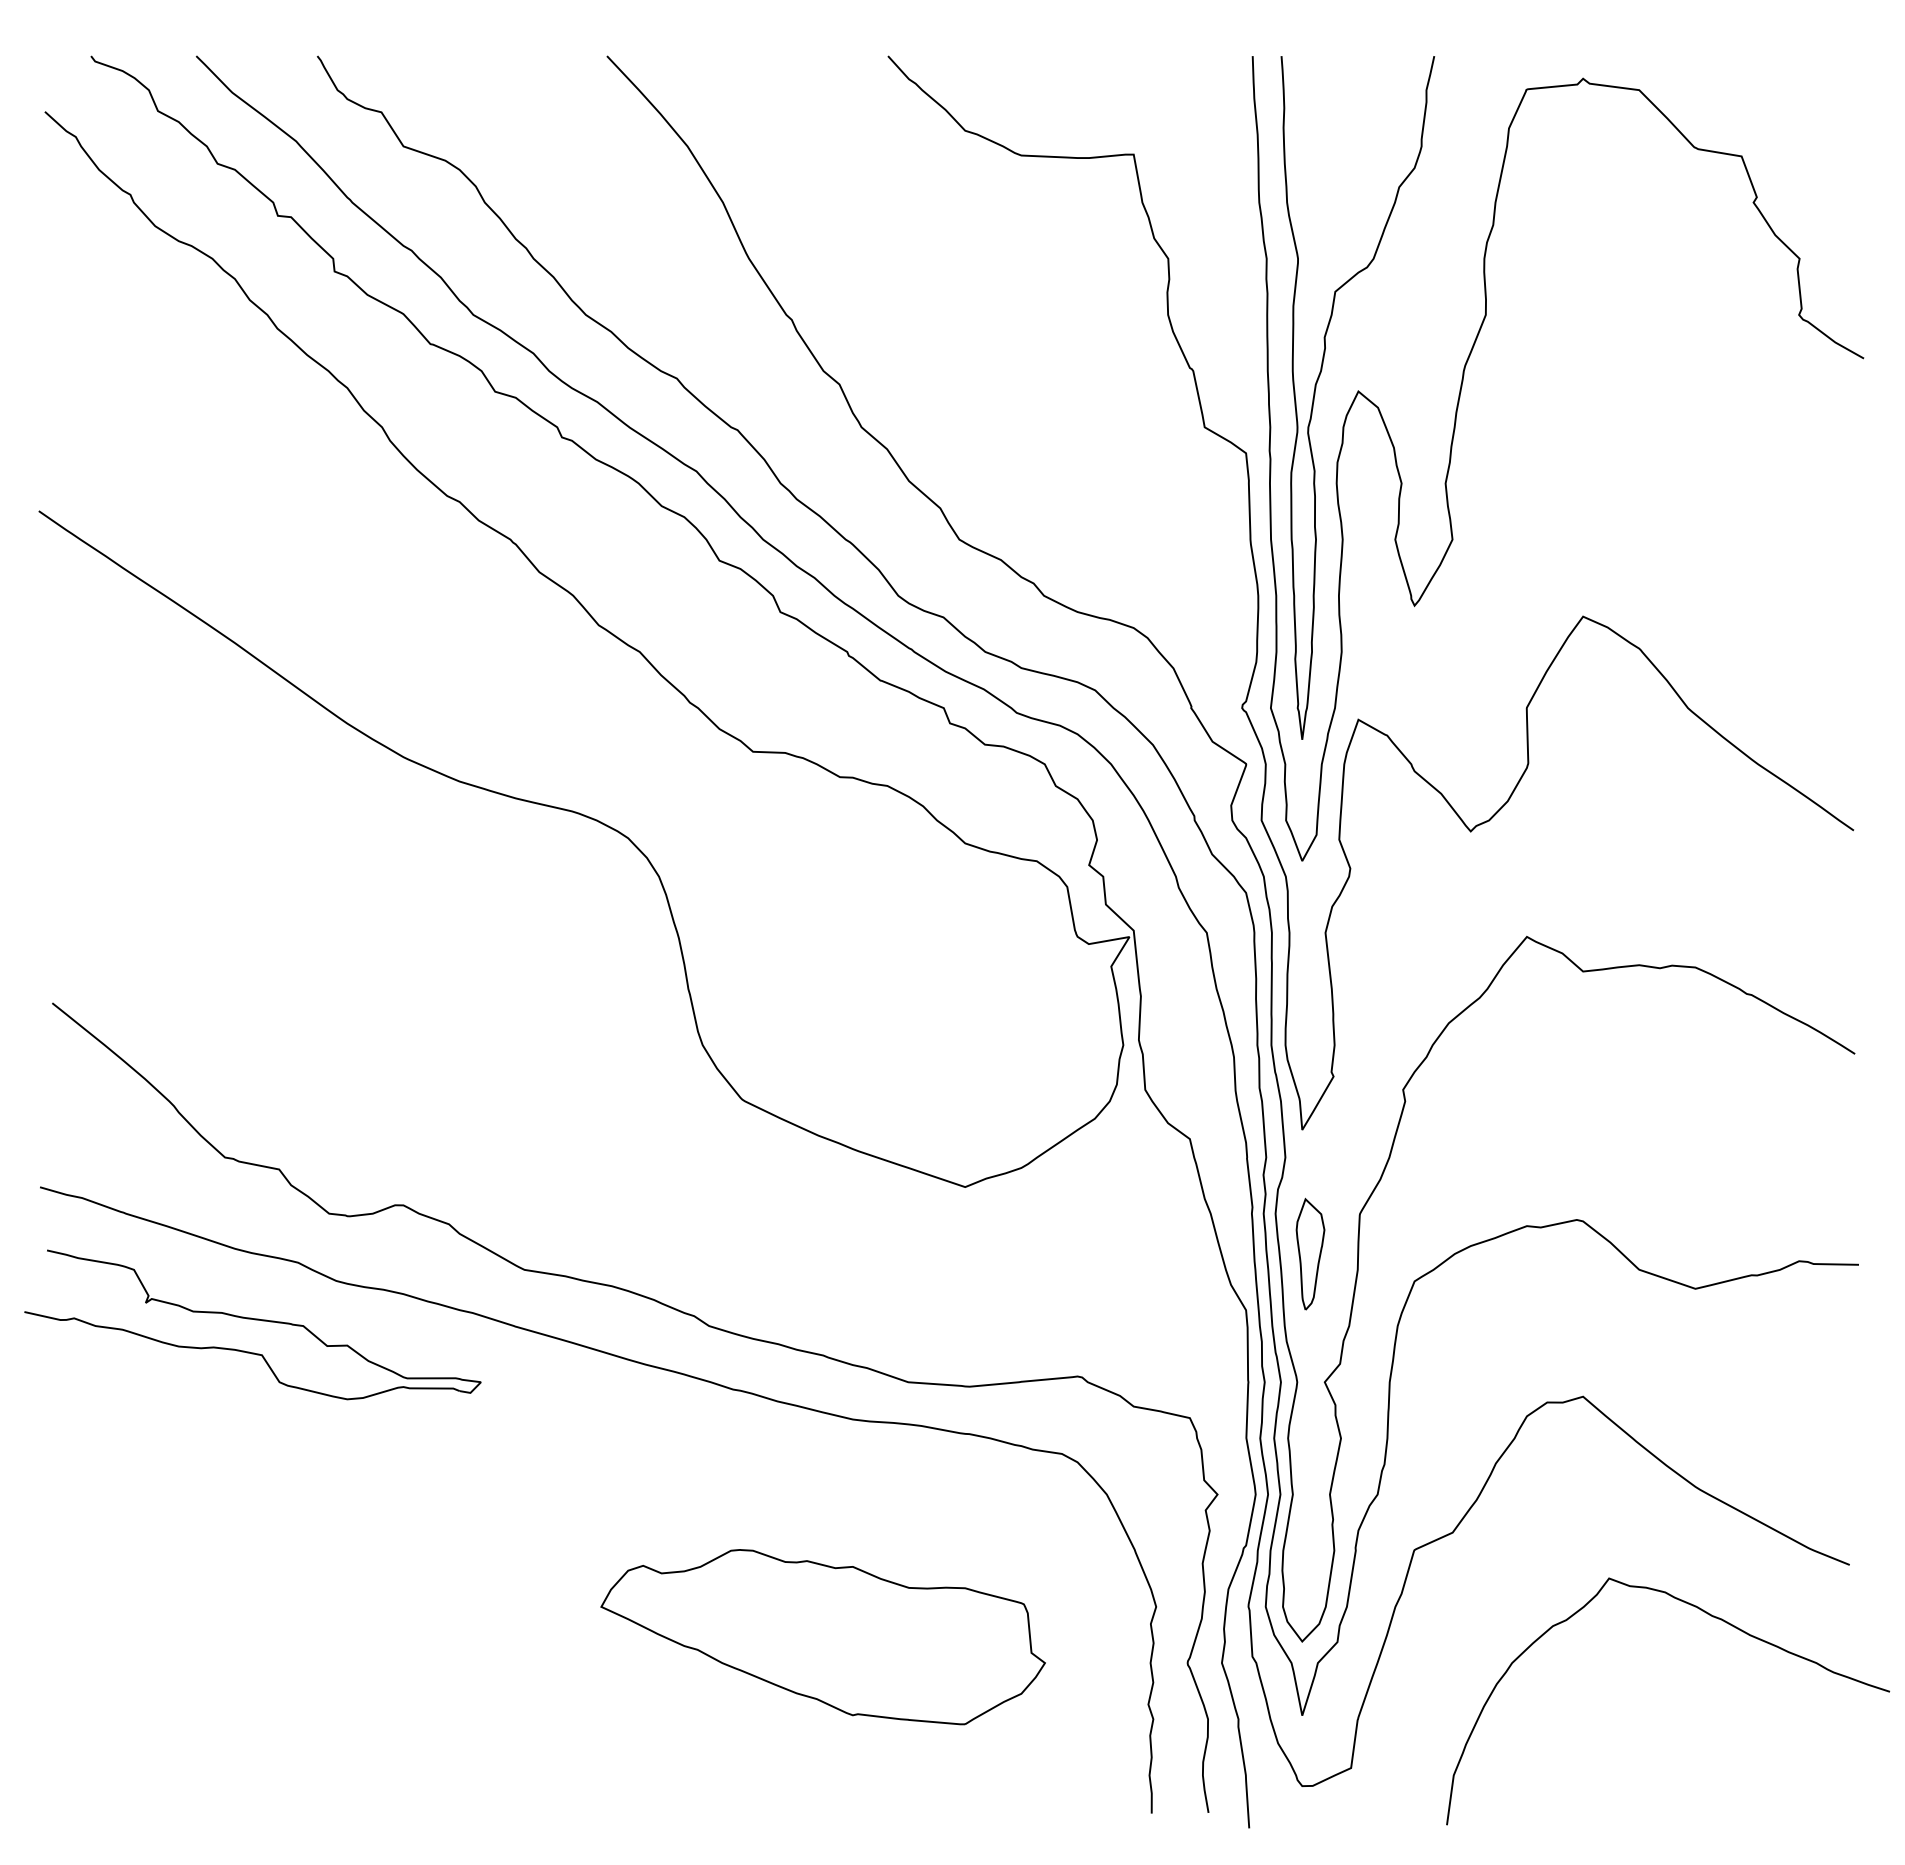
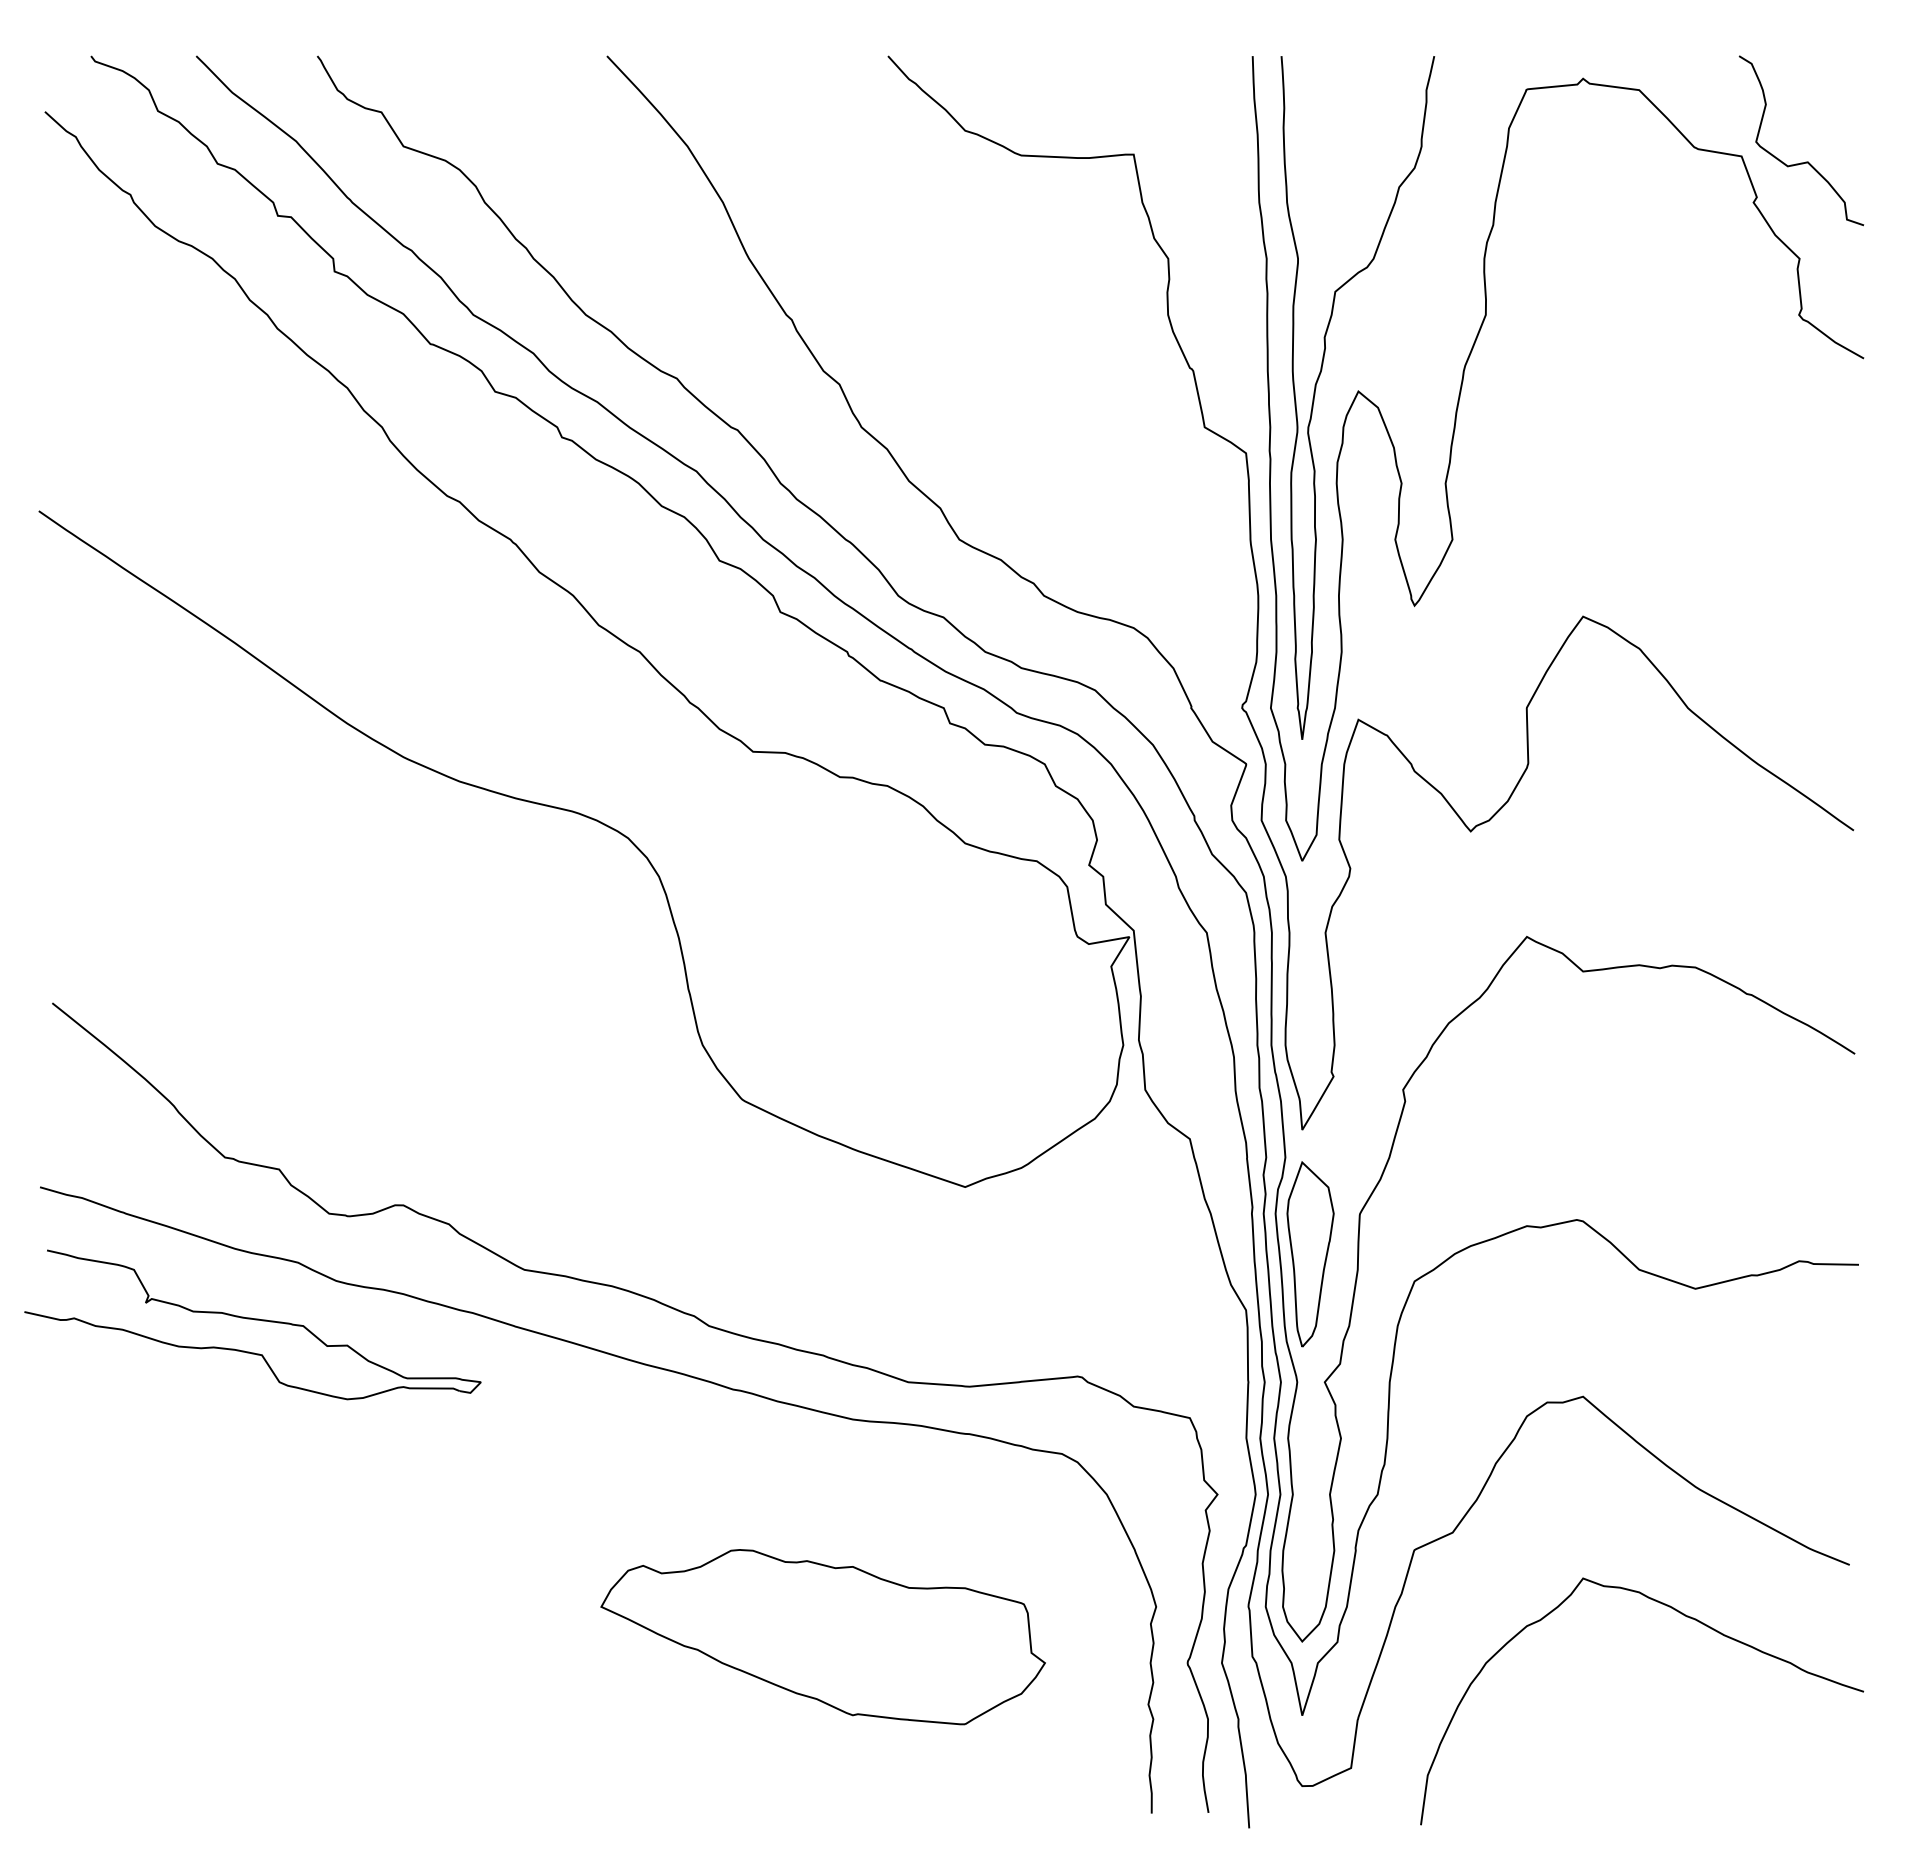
curve at (1805, 161): none -> present
part at (1310, 1253) size: 31x114 px -> 49x187 px
curve at (1711, 1616) position: (1711, 1616) -> (1685, 1616)
